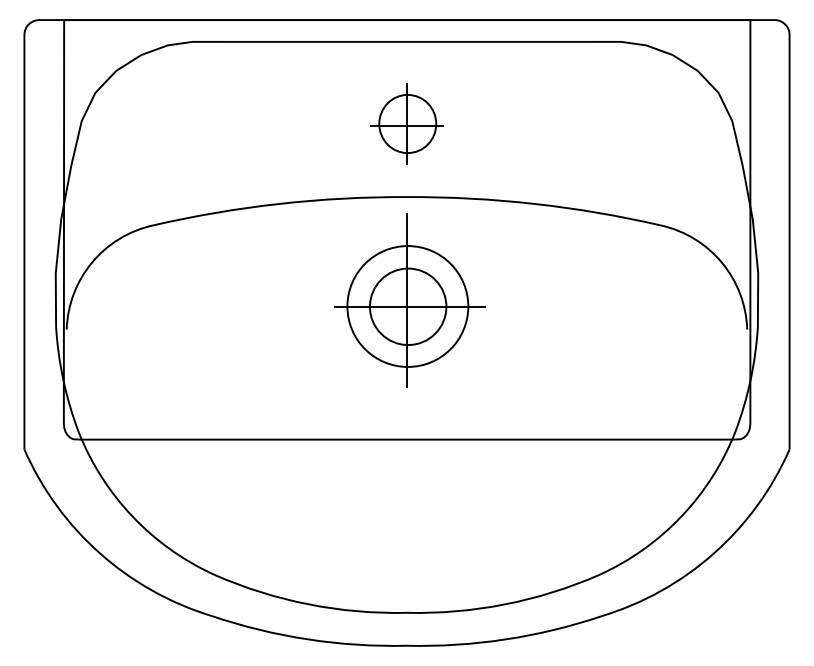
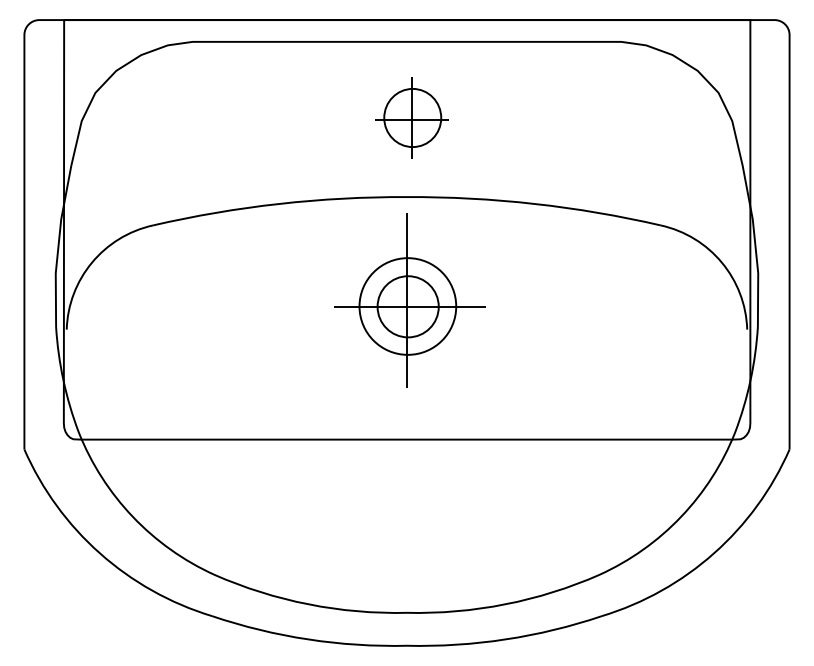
part at (406, 123) position: (406, 123) -> (411, 117)
circle at (407, 306) diameter: 121 px -> 97 px
circle at (407, 306) diameter: 76 px -> 61 px
